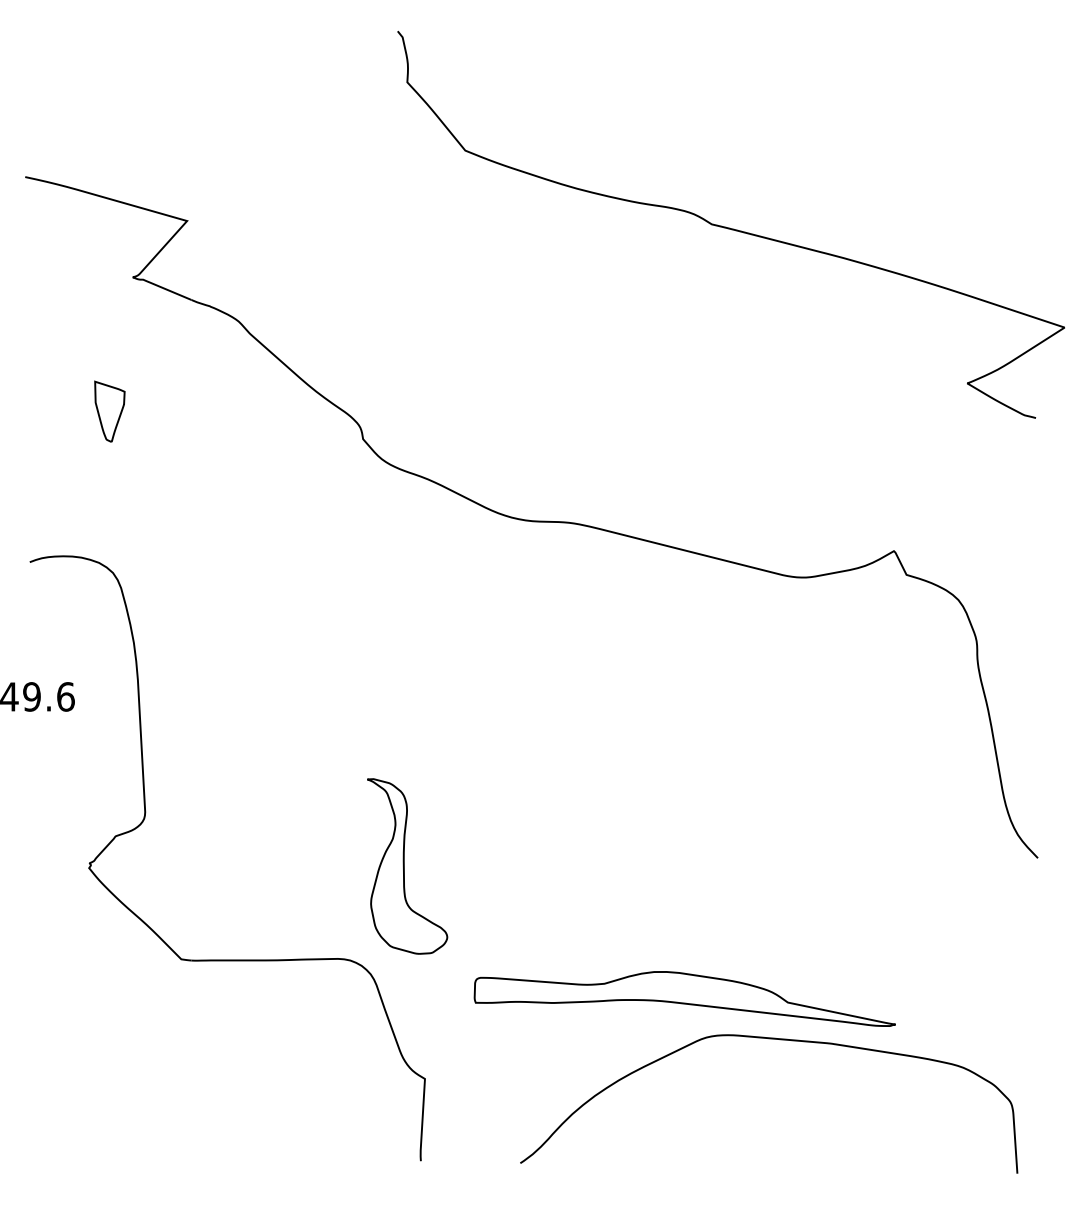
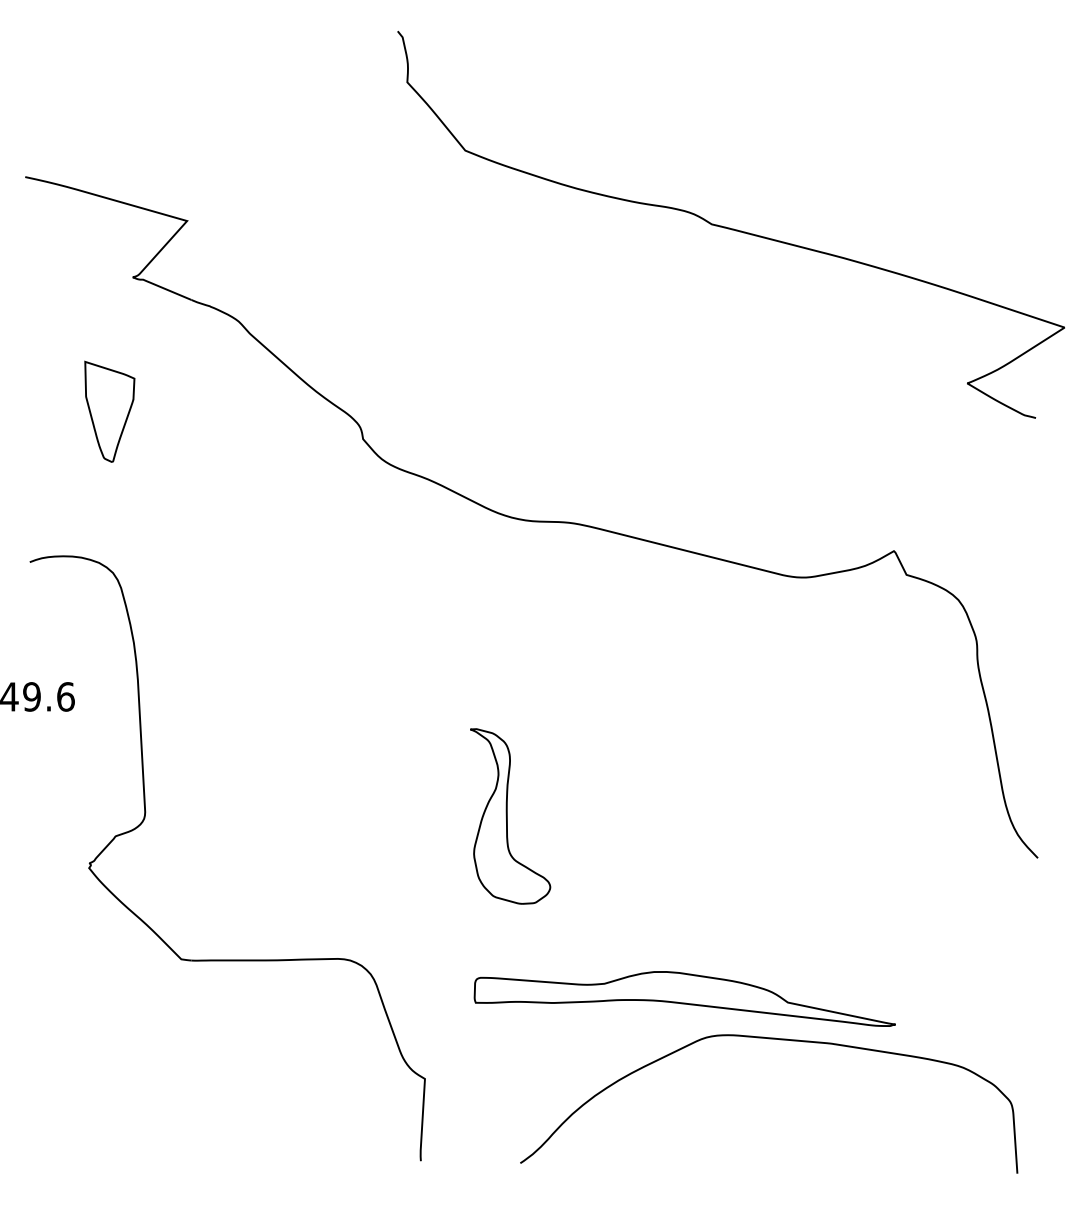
part at (109, 411) size: 32x63 px -> 52x103 px
part at (407, 866) position: (407, 866) -> (510, 816)
